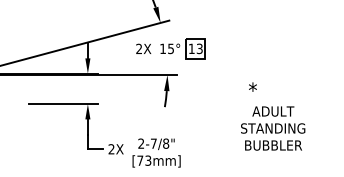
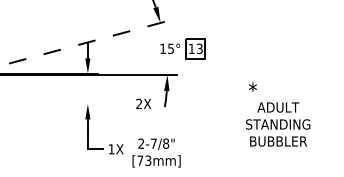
line at (85, 43): solid -> dashed
text at (143, 48) position: (143, 48) -> (143, 103)
line at (63, 104): present -> none
text at (273, 128) position: (273, 128) -> (278, 124)
text at (111, 149): 2X -> 1X
